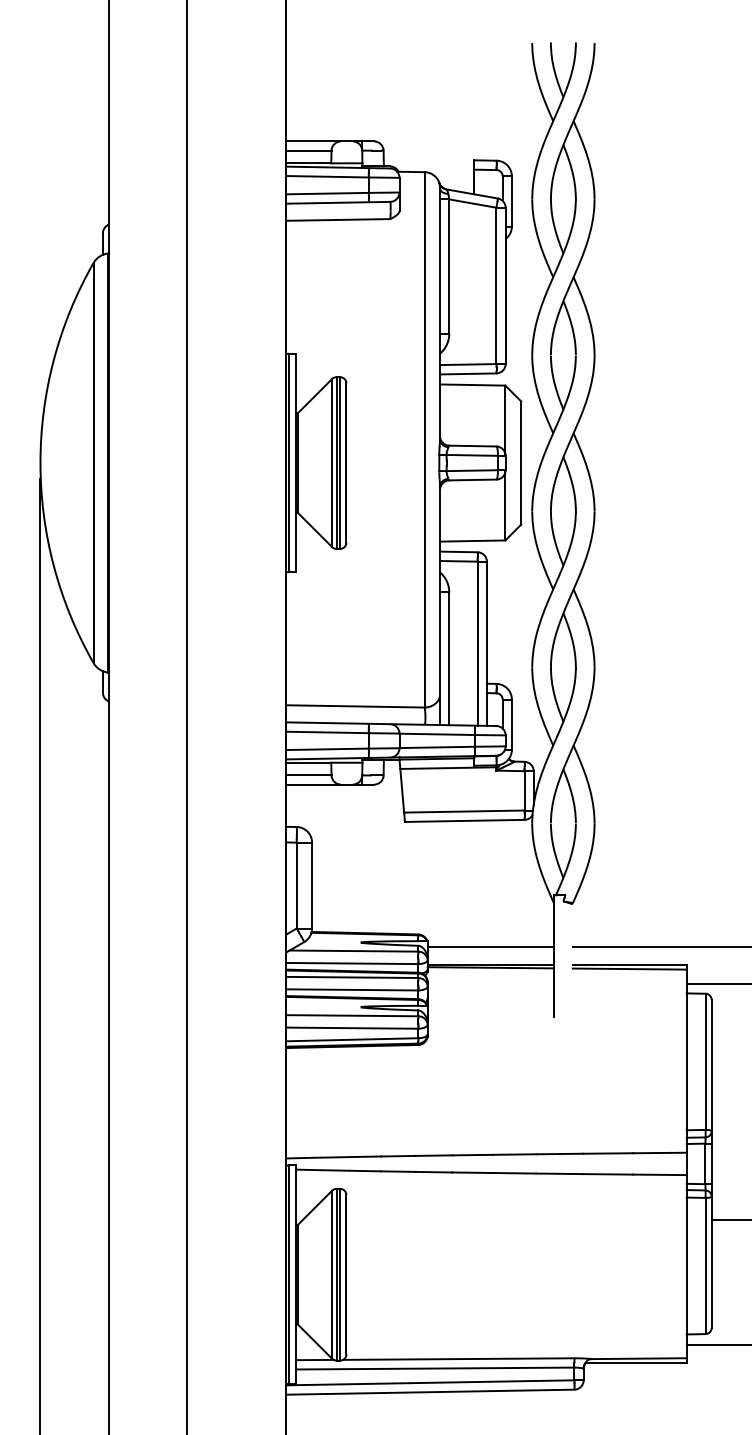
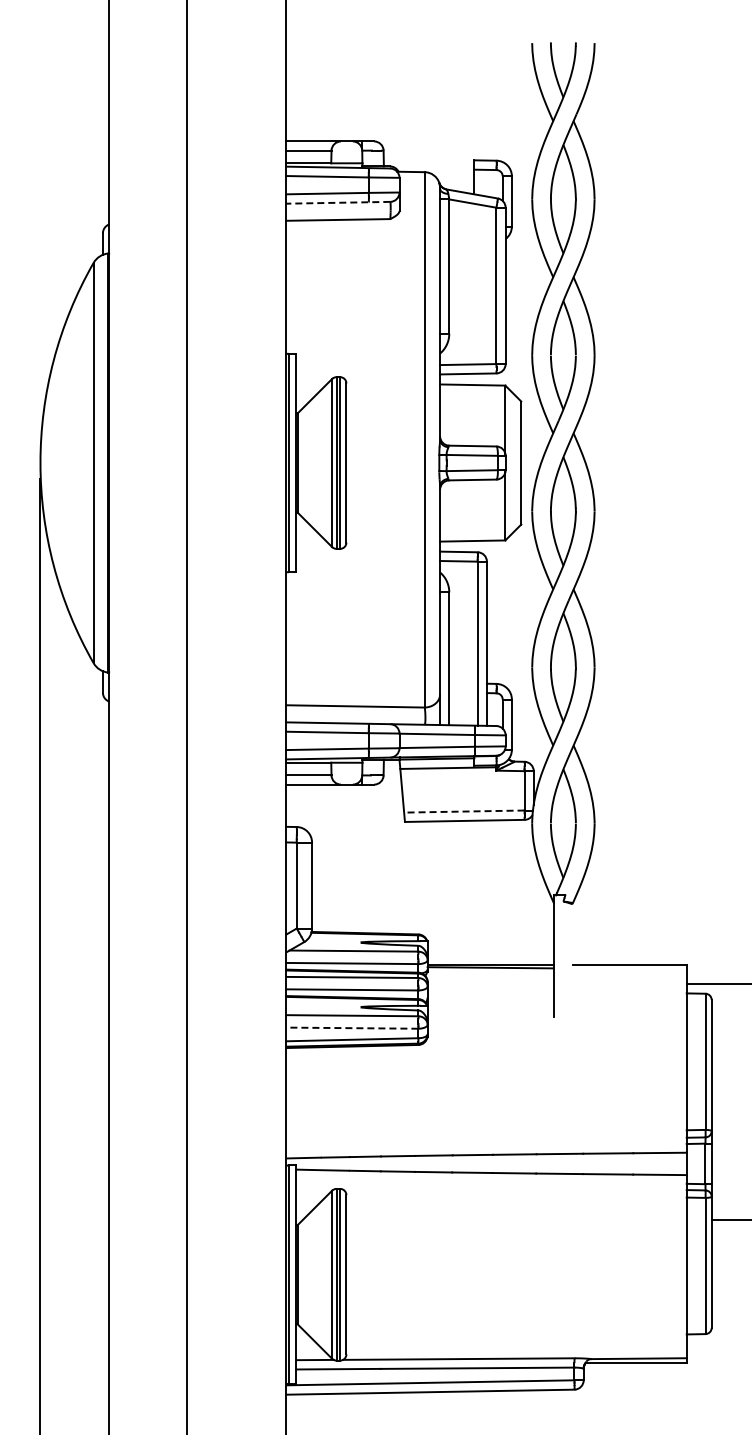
line at (338, 202): solid -> dashed
line at (463, 811): solid -> dashed
line at (490, 946): present -> none
line at (660, 946): present -> none
line at (629, 968): present -> none
line at (352, 1028): solid -> dashed
line at (717, 1344): present -> none
